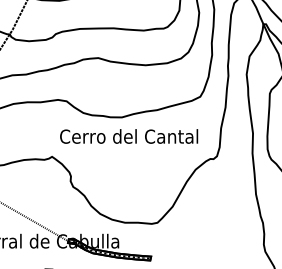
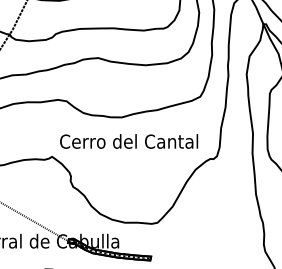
text at (129, 136) position: (129, 136) -> (129, 141)
